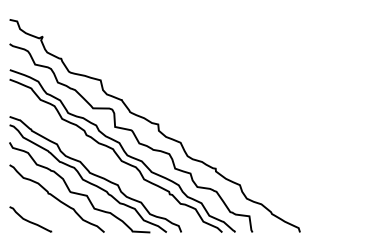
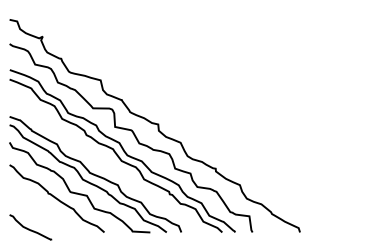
curve at (29, 220) position: (29, 220) -> (29, 228)
